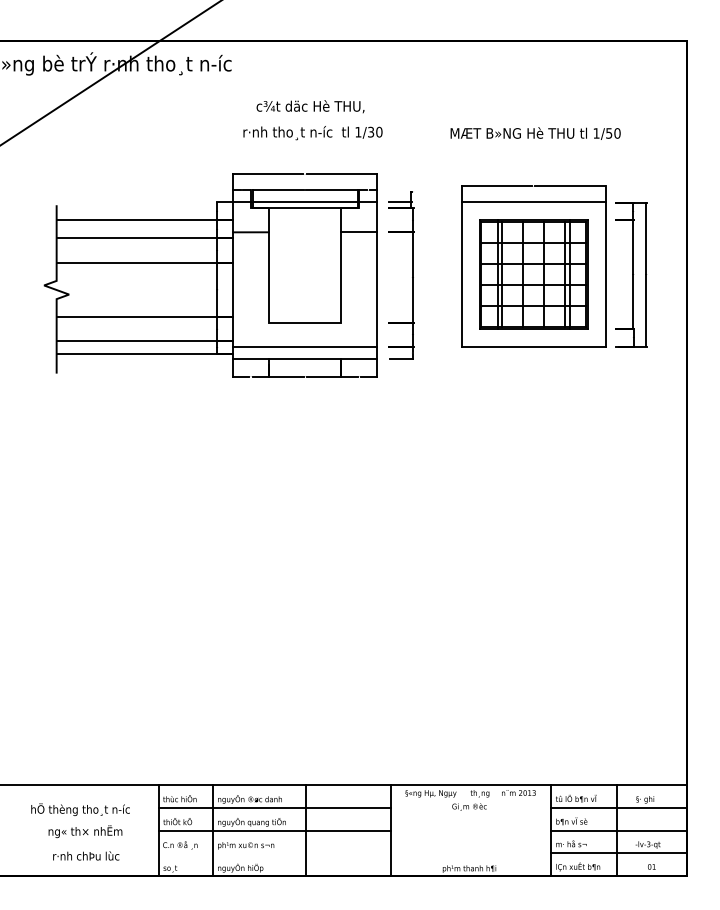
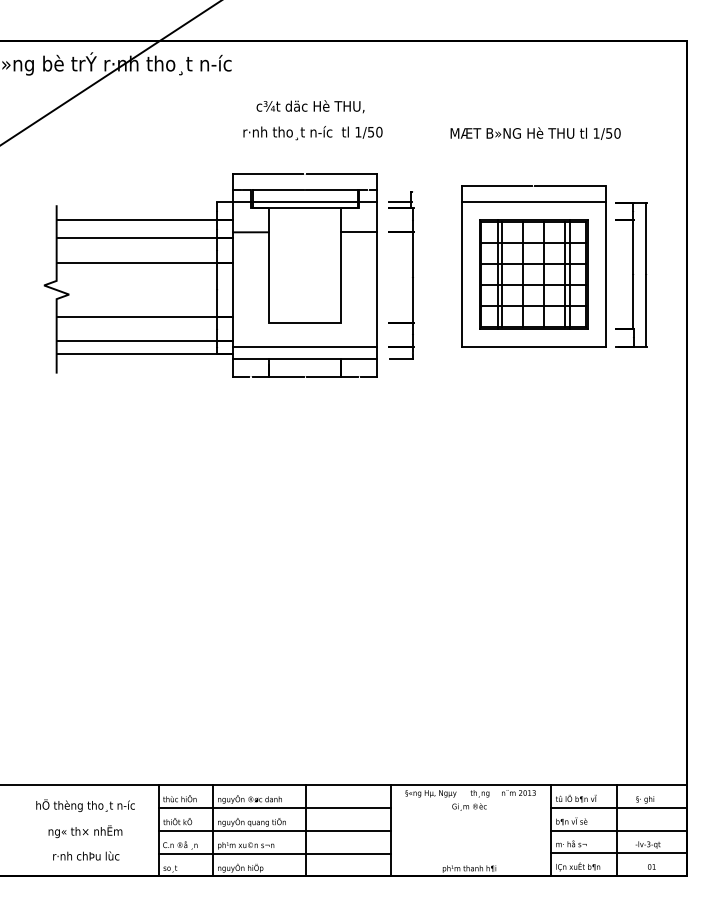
text at (370, 131): 1/30 -> 1/50
text at (80, 809) position: (80, 809) -> (85, 805)
line at (275, 854): none -> present
